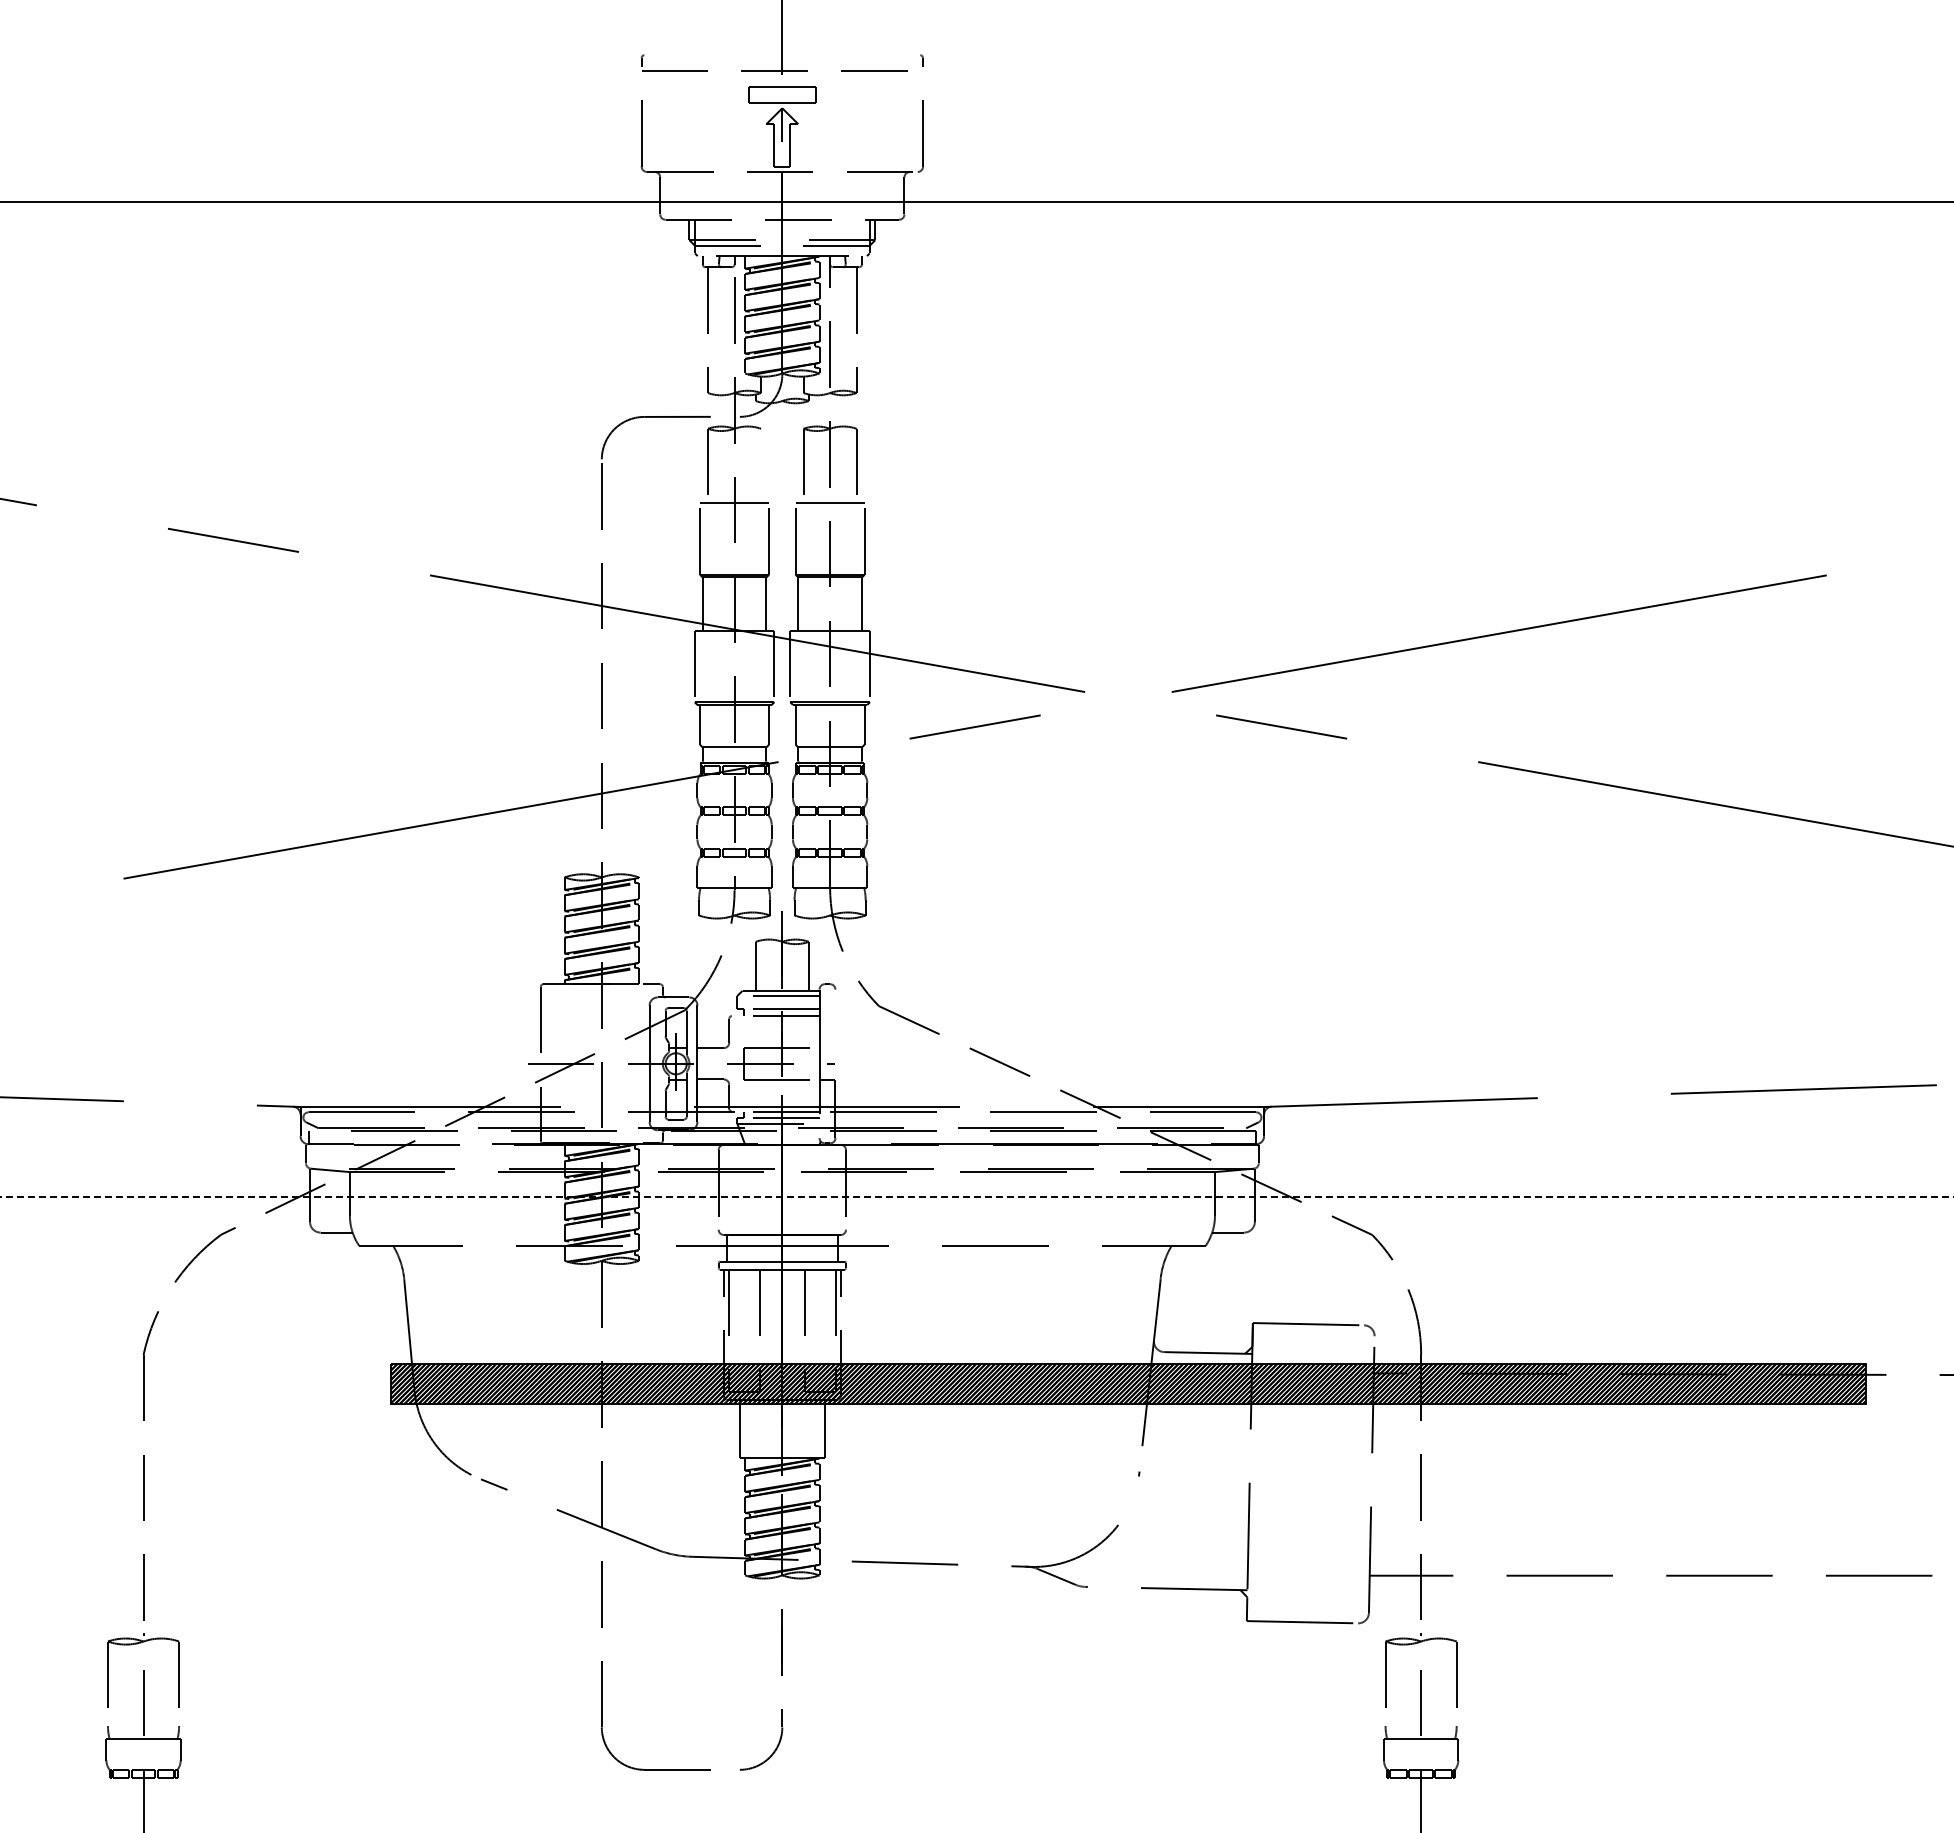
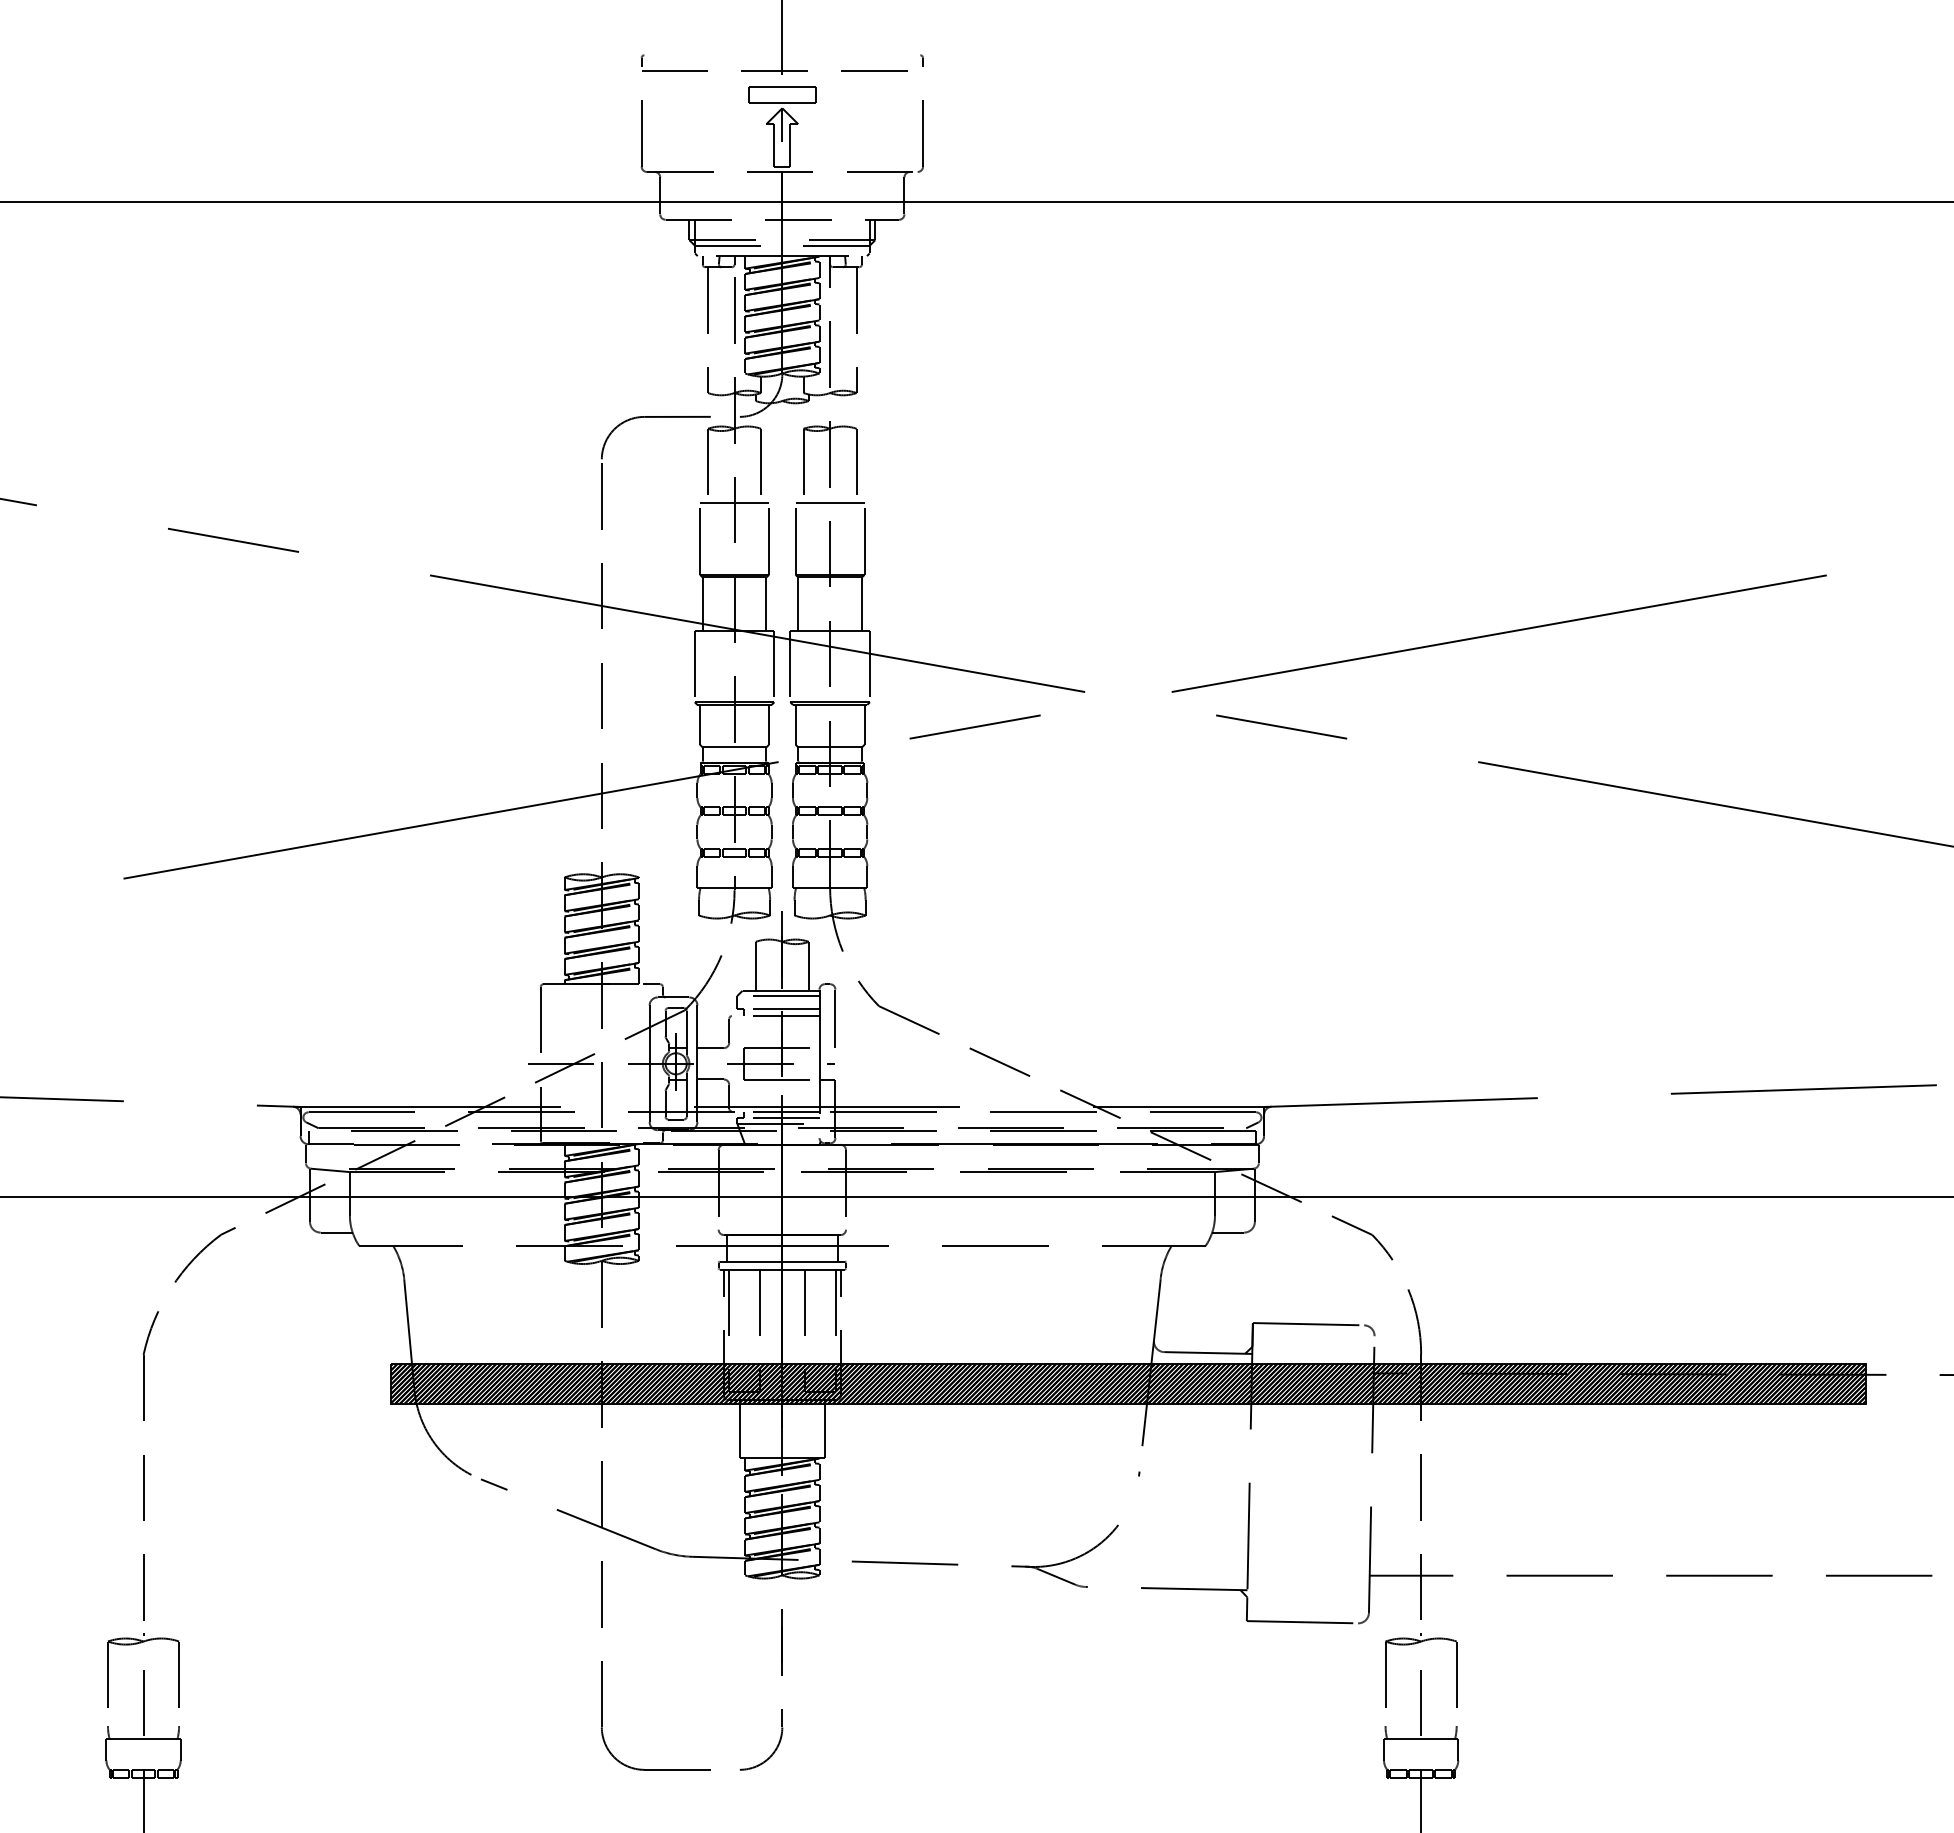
line at (761, 465): none -> present
line at (835, 1018): none -> present
line at (977, 1197): dashed -> solid
